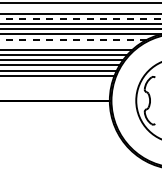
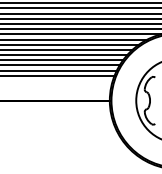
line at (80, 8): none -> present
line at (81, 18): dashed -> solid
line at (74, 39): dashed -> solid
line at (70, 44): none -> present
